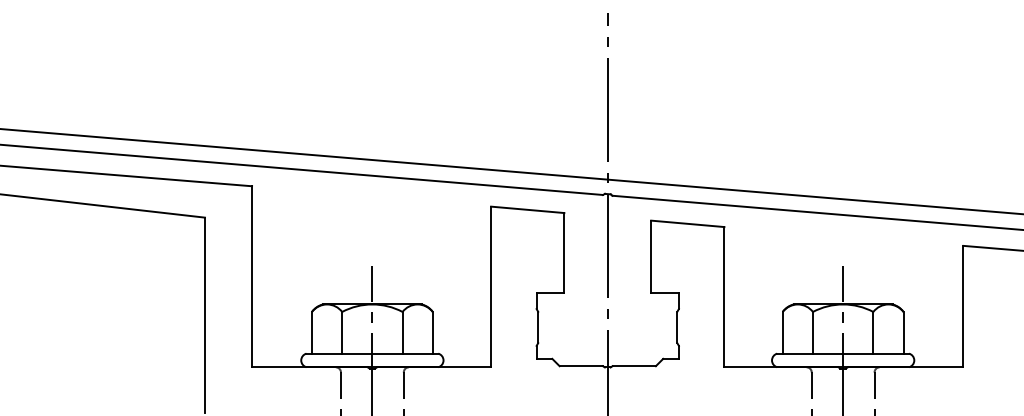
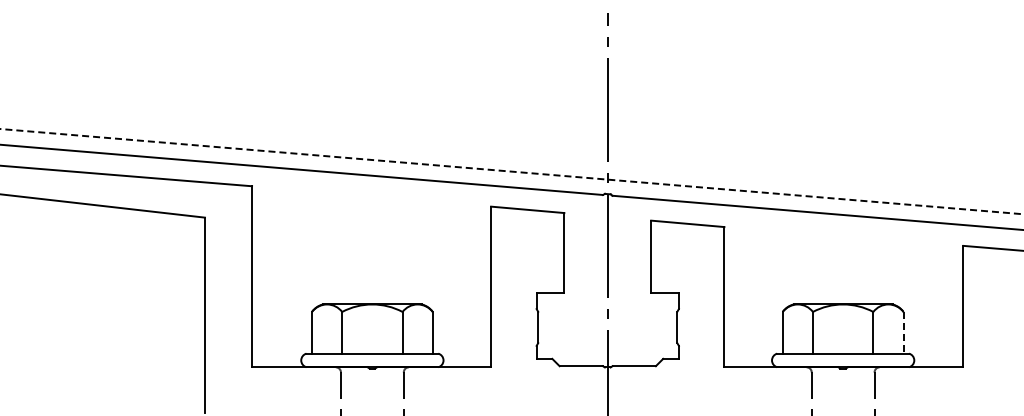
line at (511, 171): solid -> dashed
line at (903, 332): solid -> dashed
line at (372, 339): present -> none
line at (843, 339): present -> none
